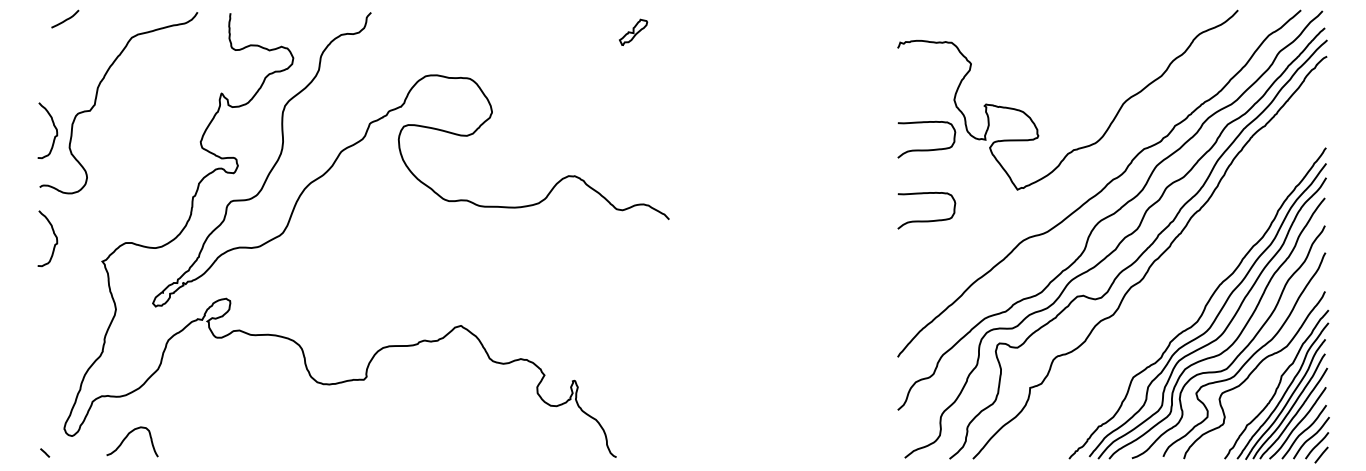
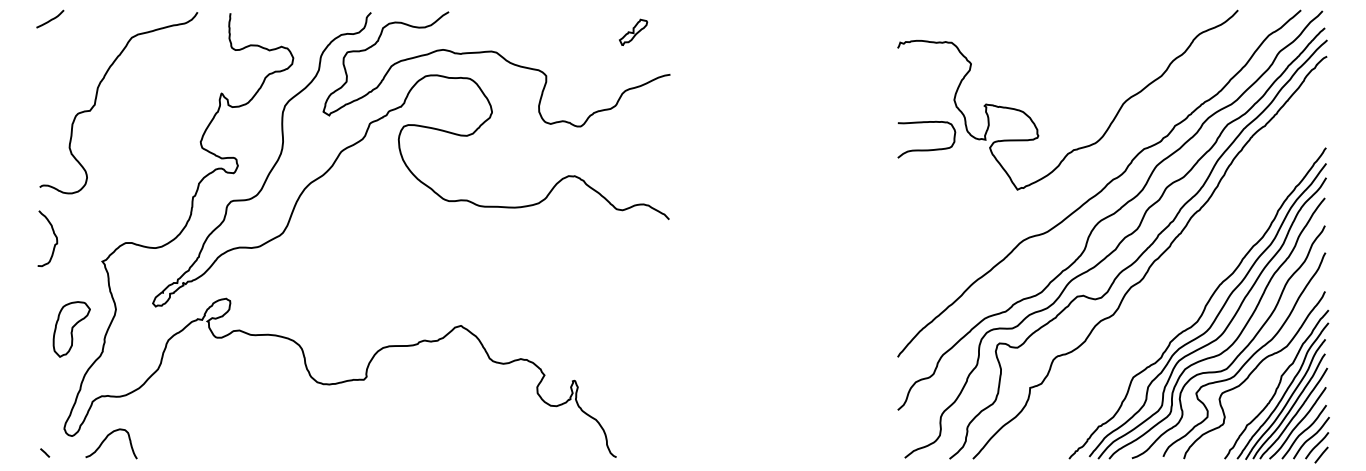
curve at (66, 18) position: (66, 18) -> (51, 18)
curve at (504, 60): none -> present
curve at (53, 126): present -> none
curve at (926, 220): present -> none
part at (71, 329): none -> present
curve at (127, 437) position: (127, 437) -> (106, 439)
